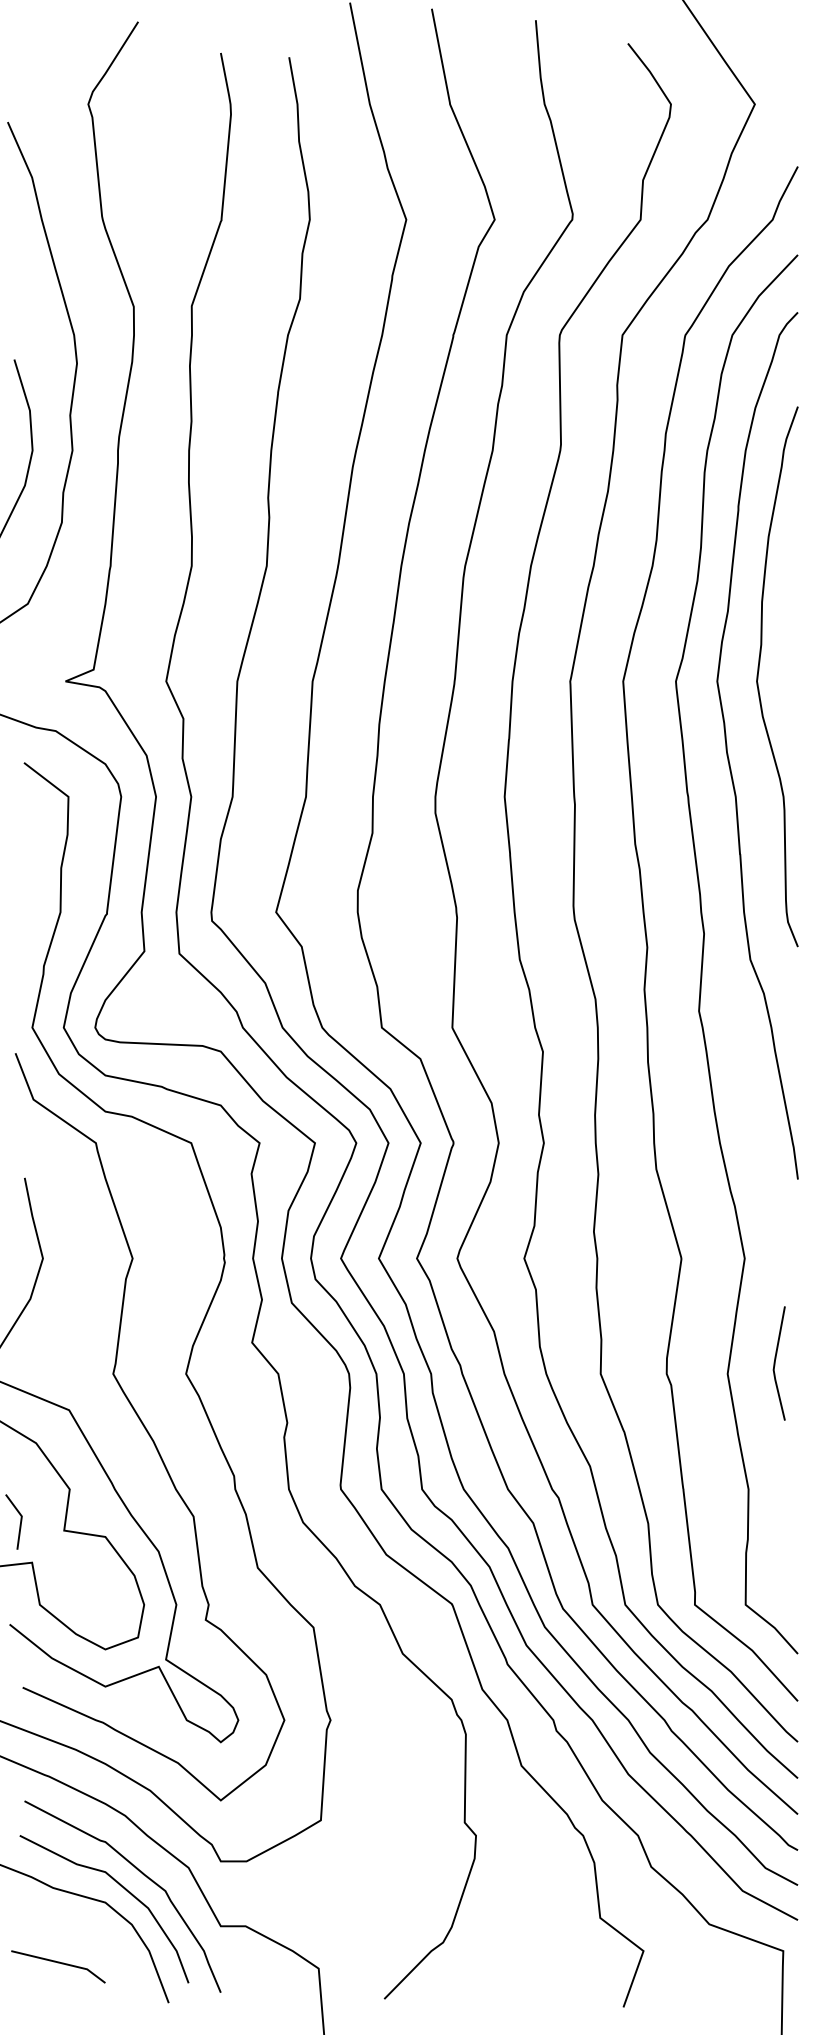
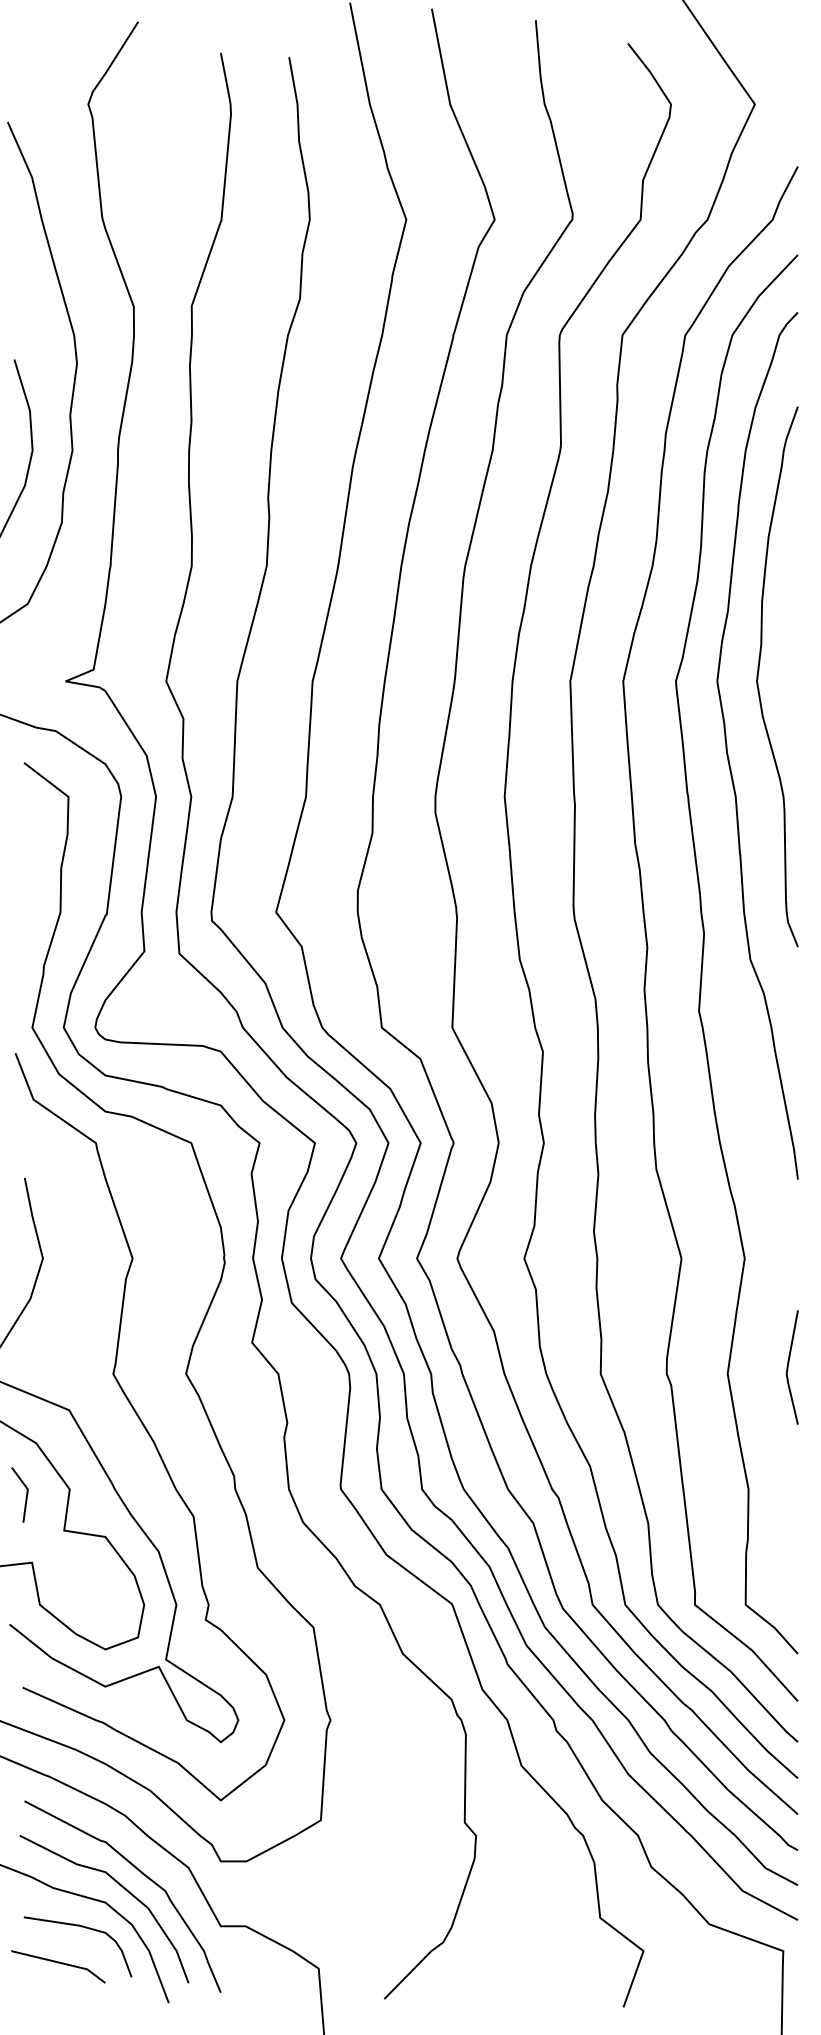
line at (775, 1363) position: (775, 1363) -> (788, 1367)
line at (19, 1524) position: (19, 1524) -> (25, 1497)
curve at (81, 1927): none -> present
